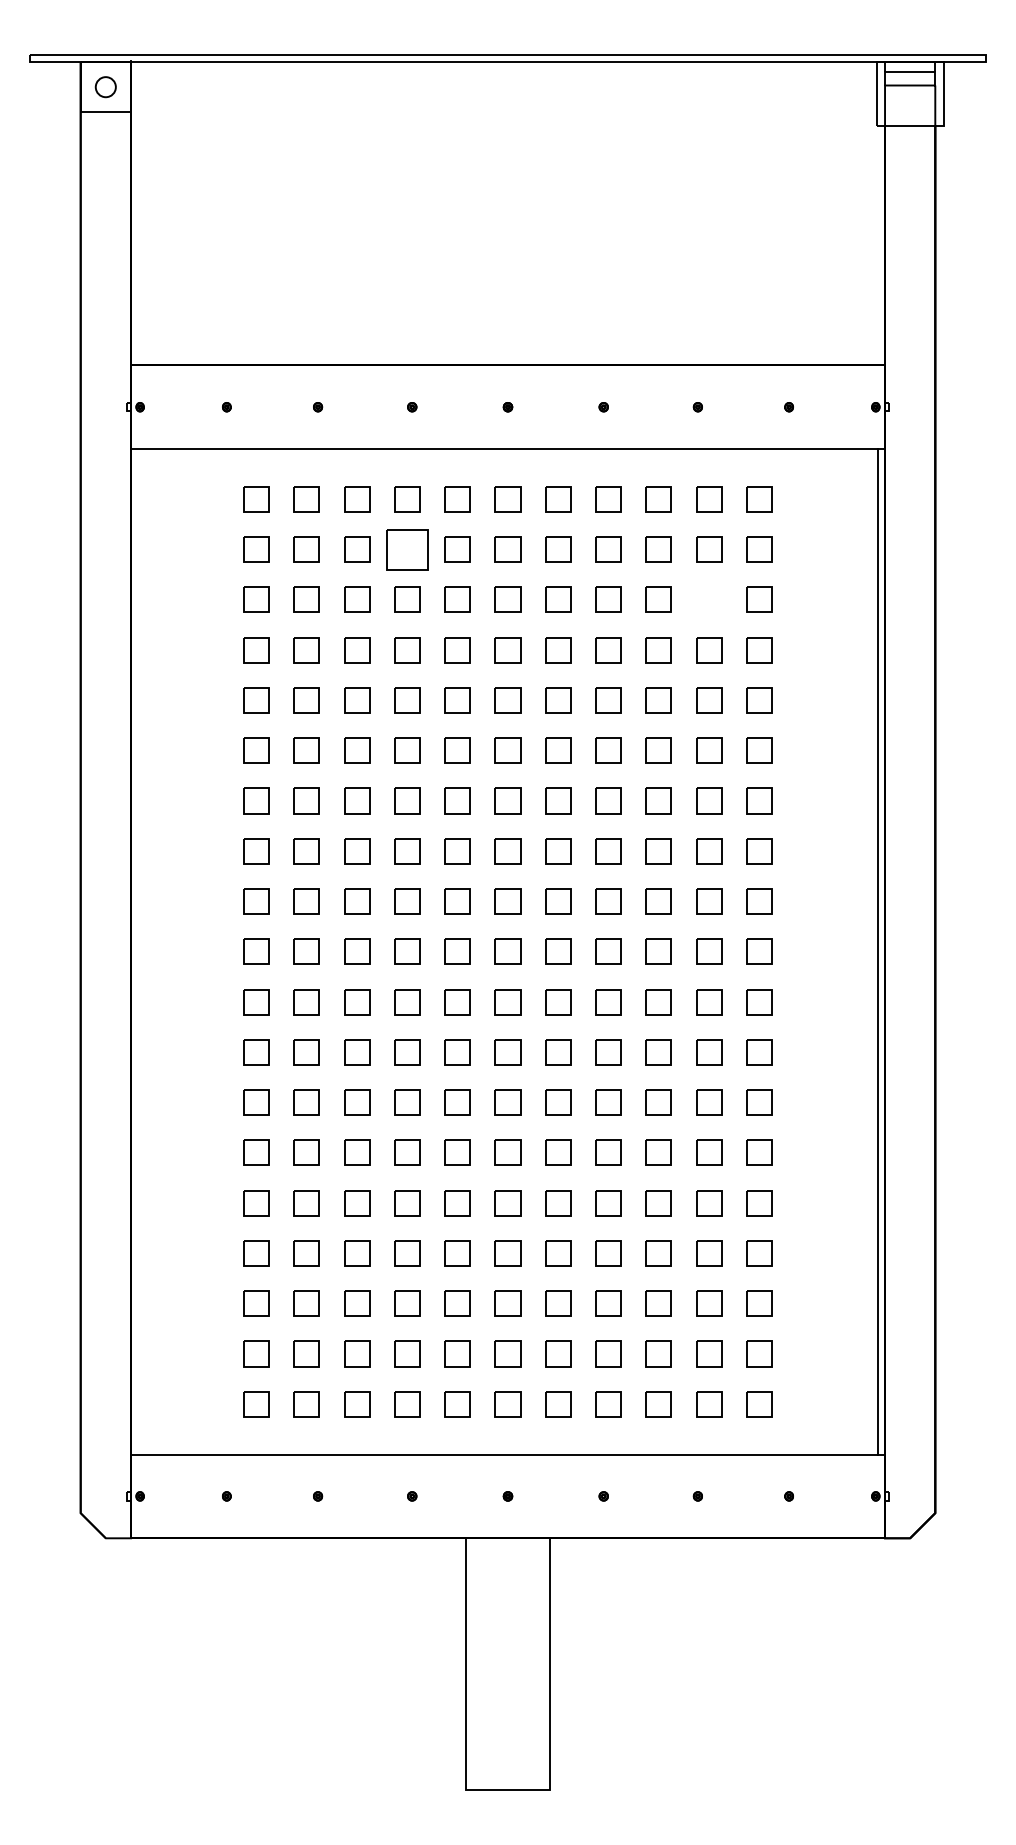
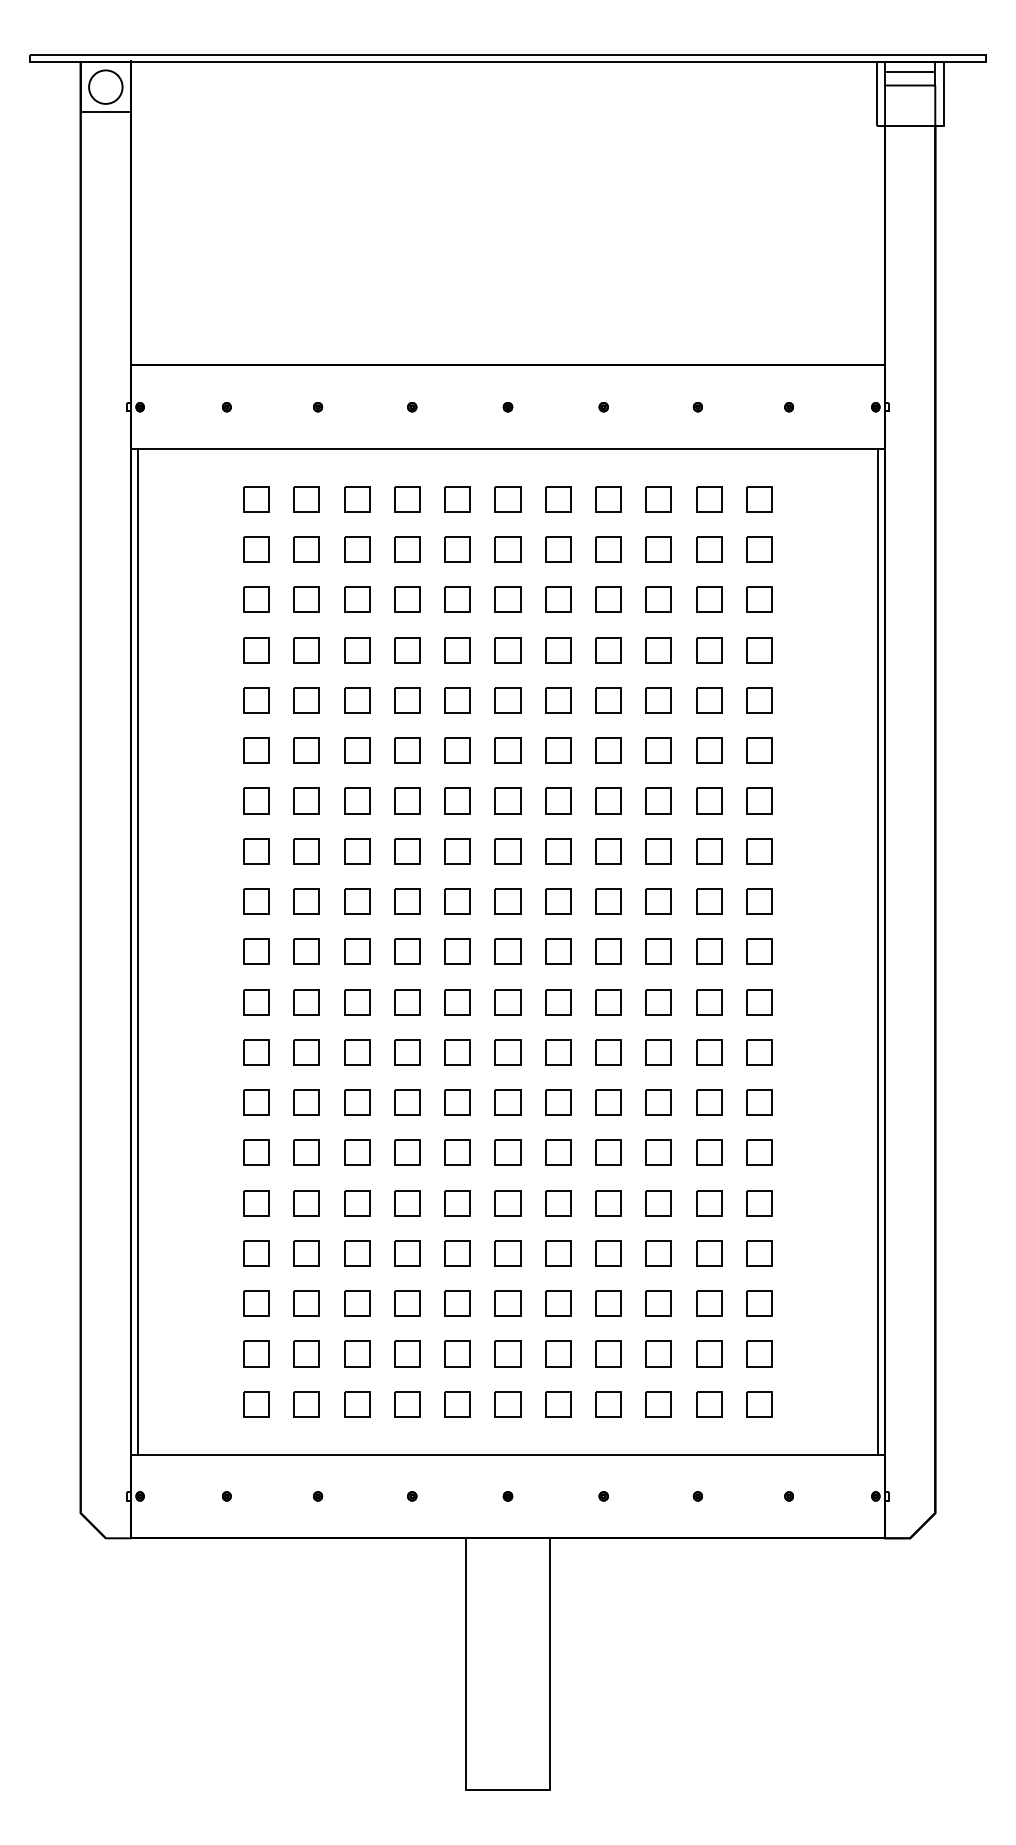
circle at (105, 87) diameter: 20 px -> 34 px
part at (407, 549) size: 43x42 px -> 27x27 px
part at (709, 599): none -> present
line at (137, 951): none -> present
